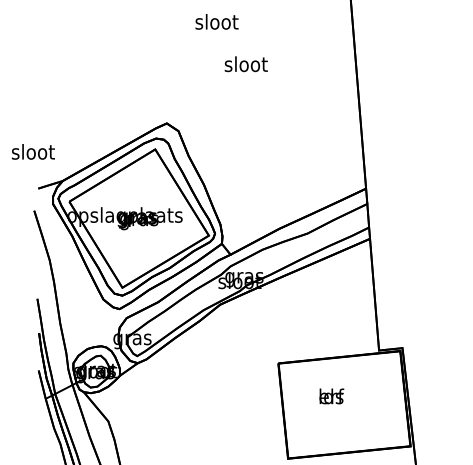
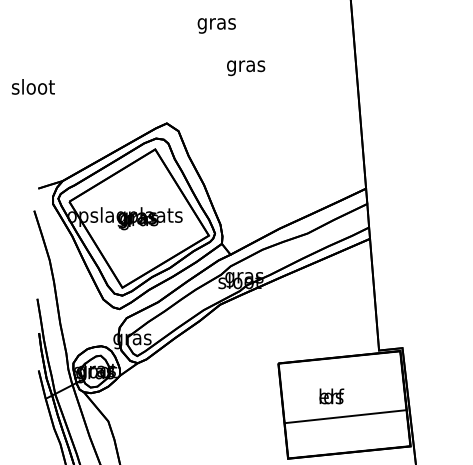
text at (216, 23): sloot -> gras
text at (245, 66): sloot -> gras
text at (32, 151) position: (32, 151) -> (32, 86)
line at (345, 416): none -> present
